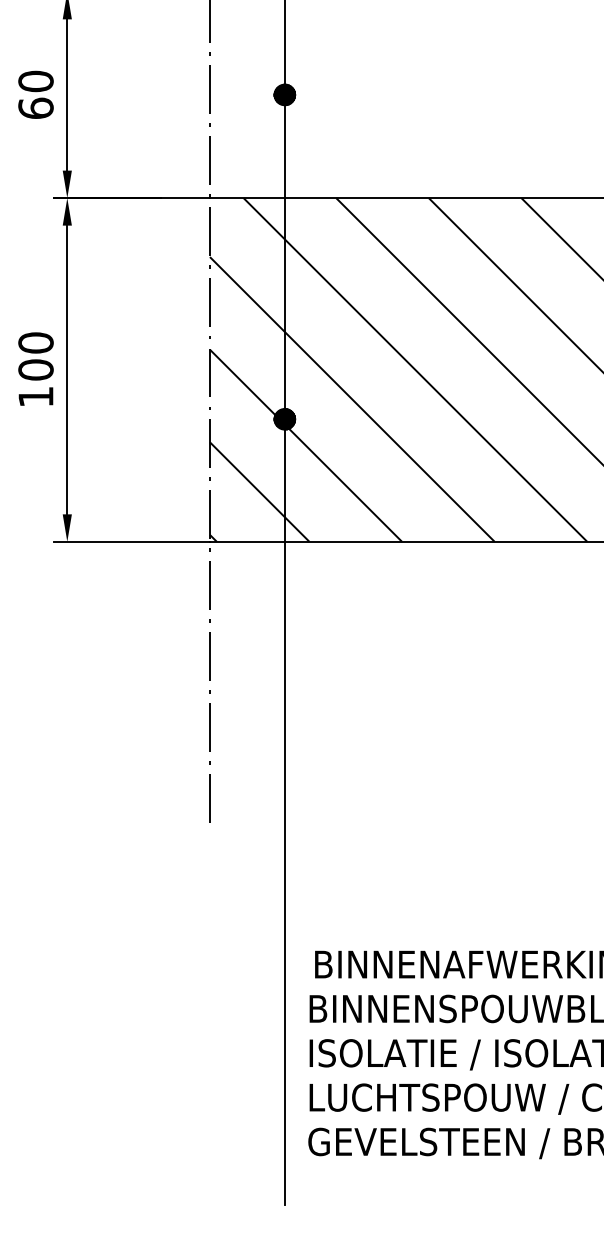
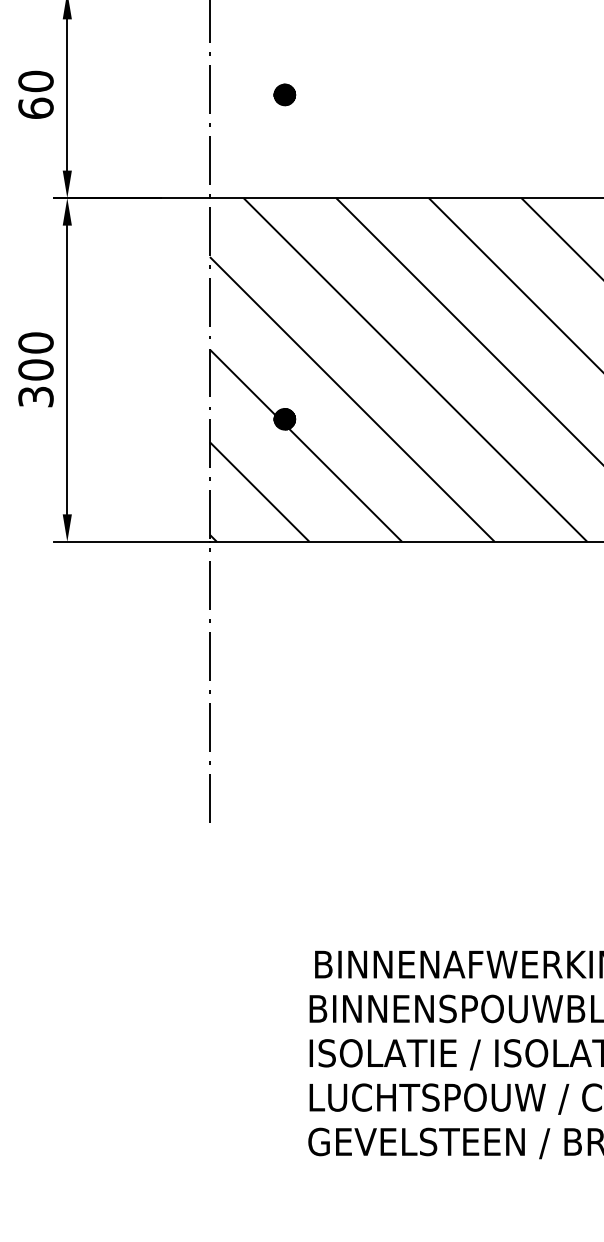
text at (35, 396): 100 -> 300
line at (284, 603): present -> none
